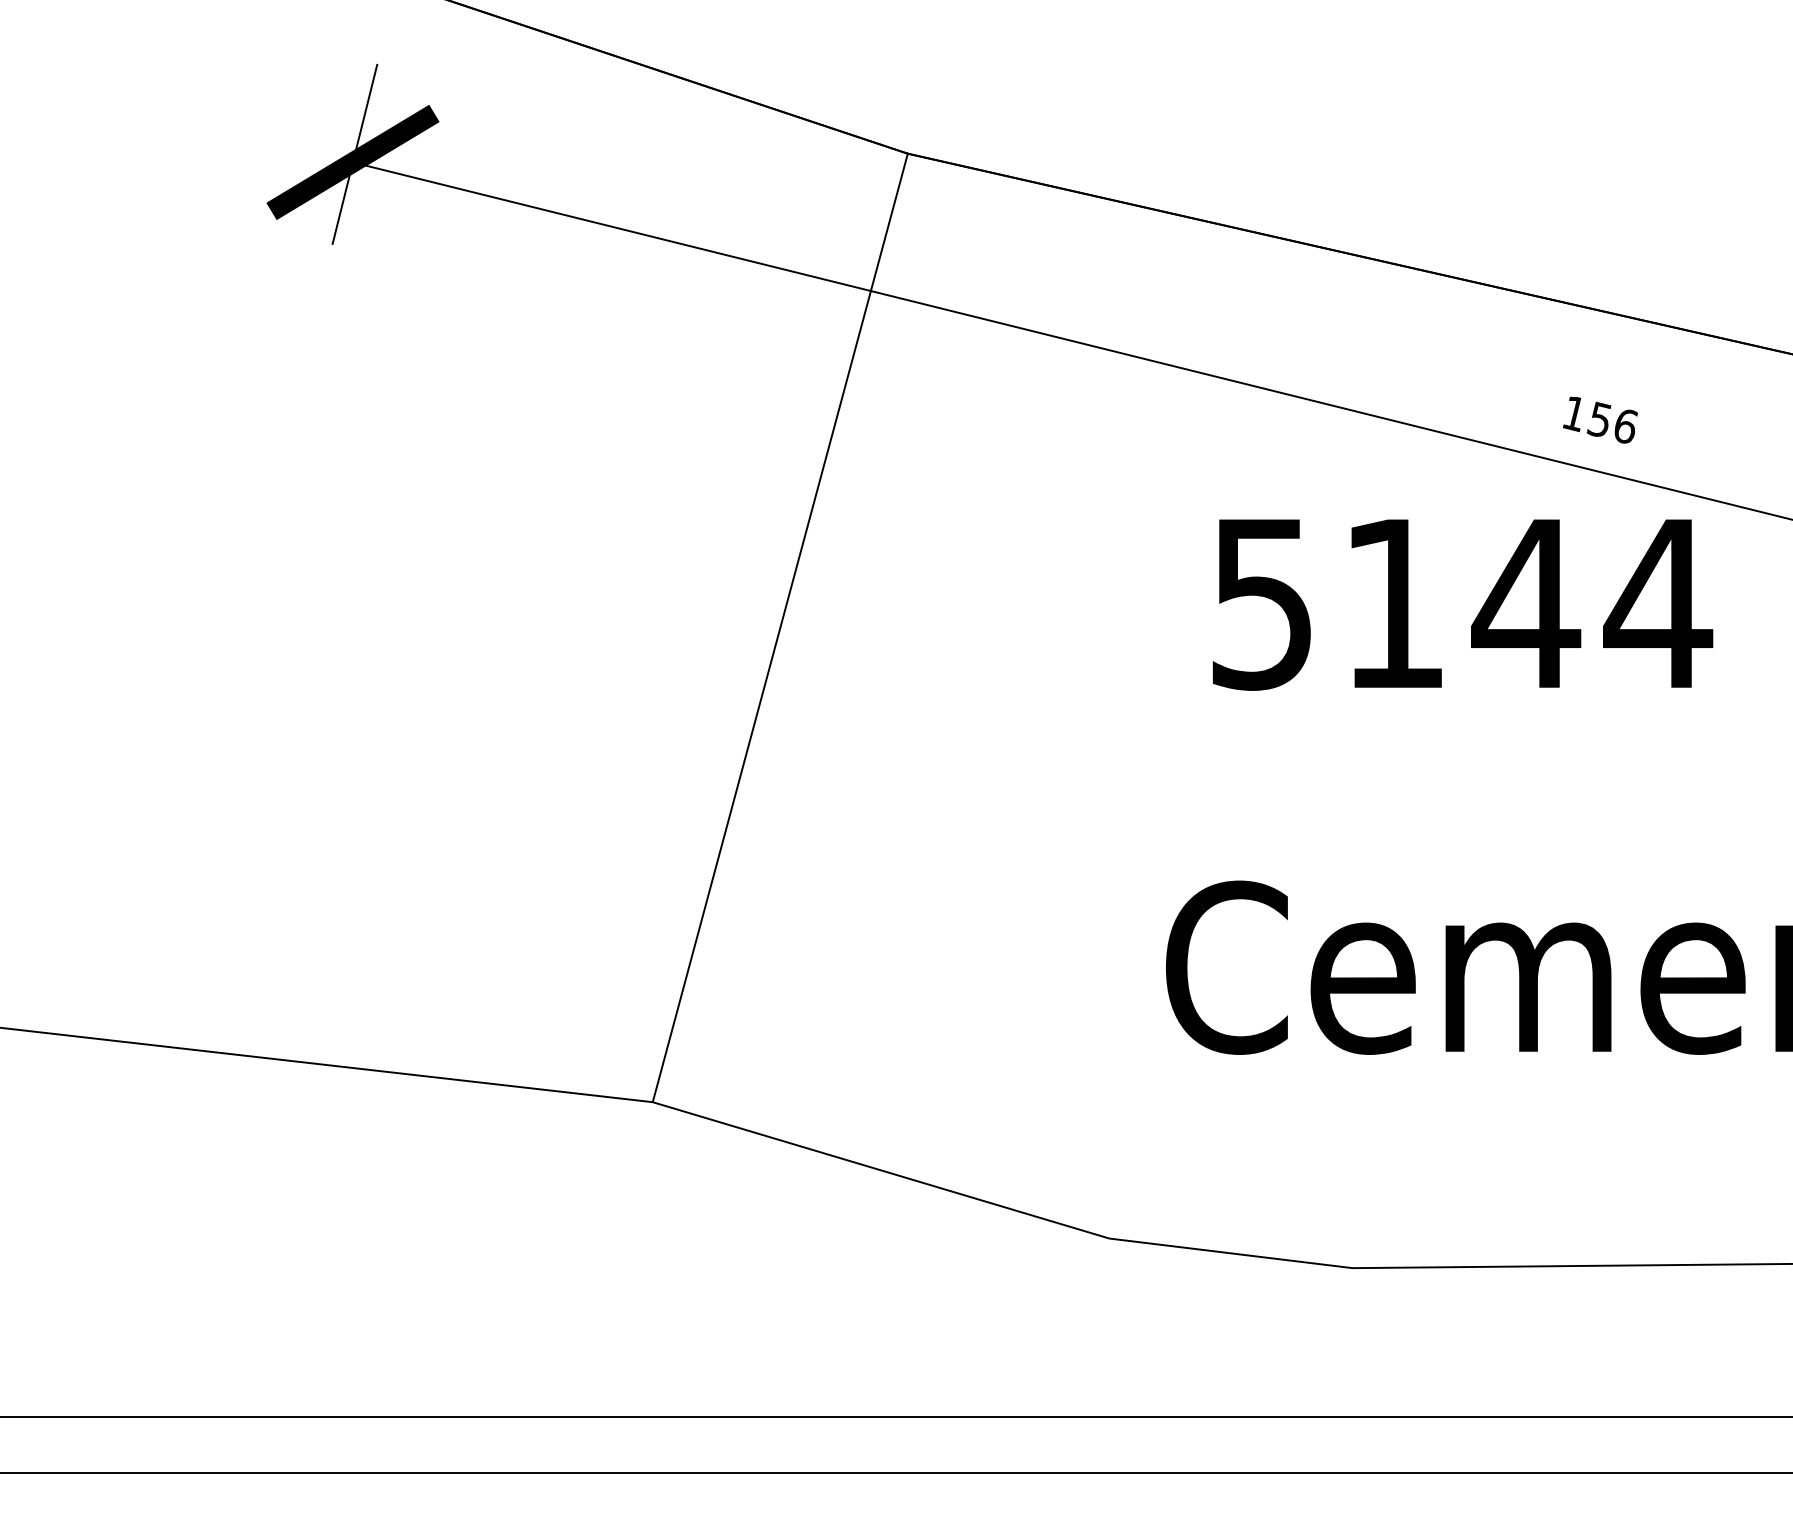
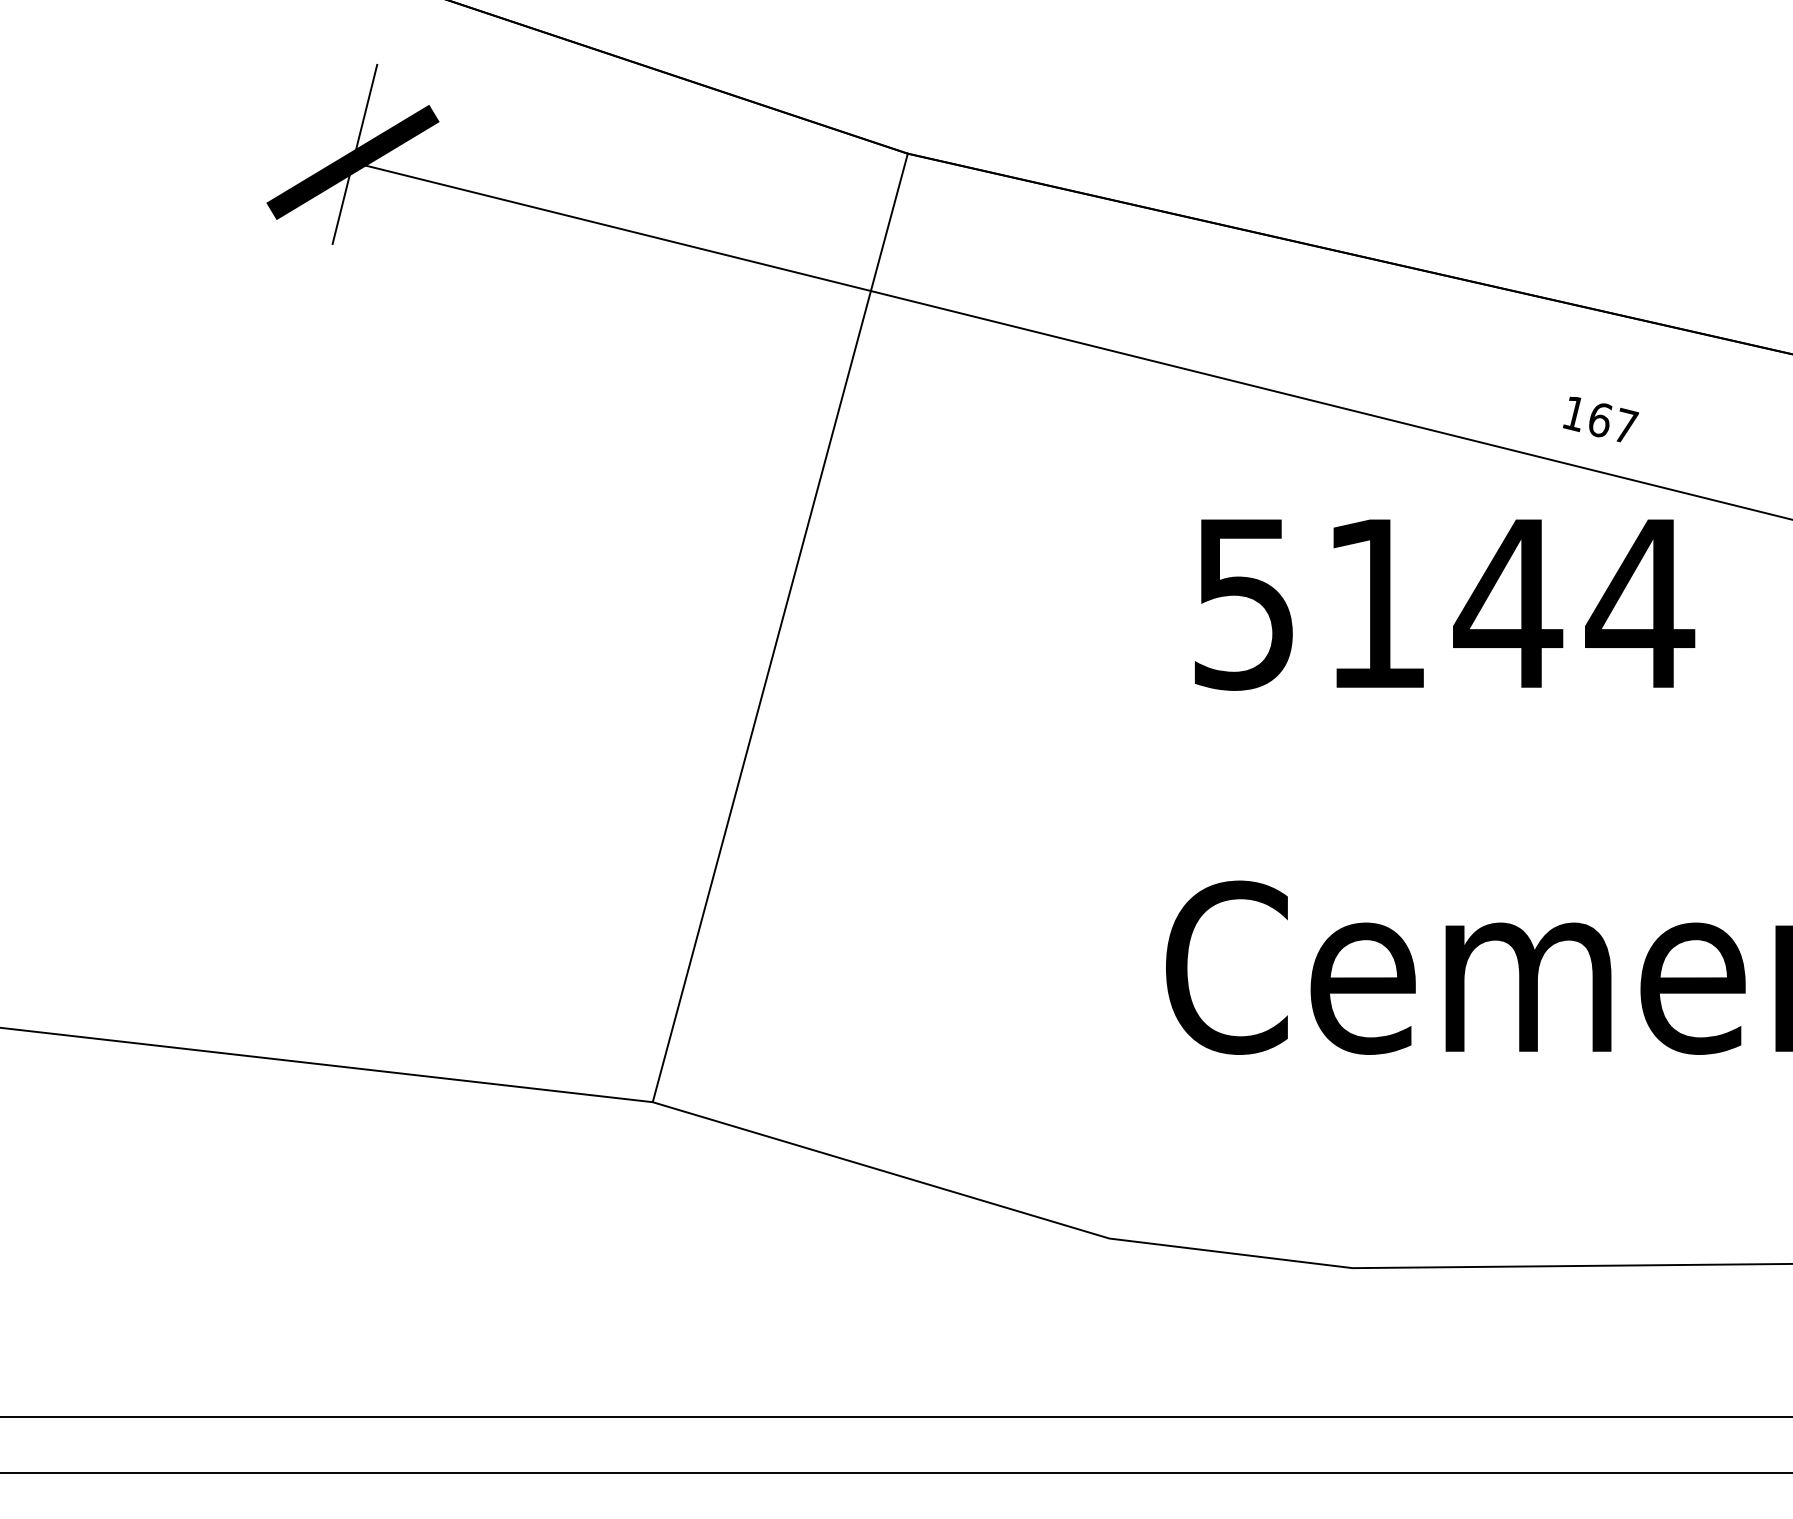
text at (1612, 422): 156 -> 167
text at (1463, 604) position: (1463, 604) -> (1445, 604)
